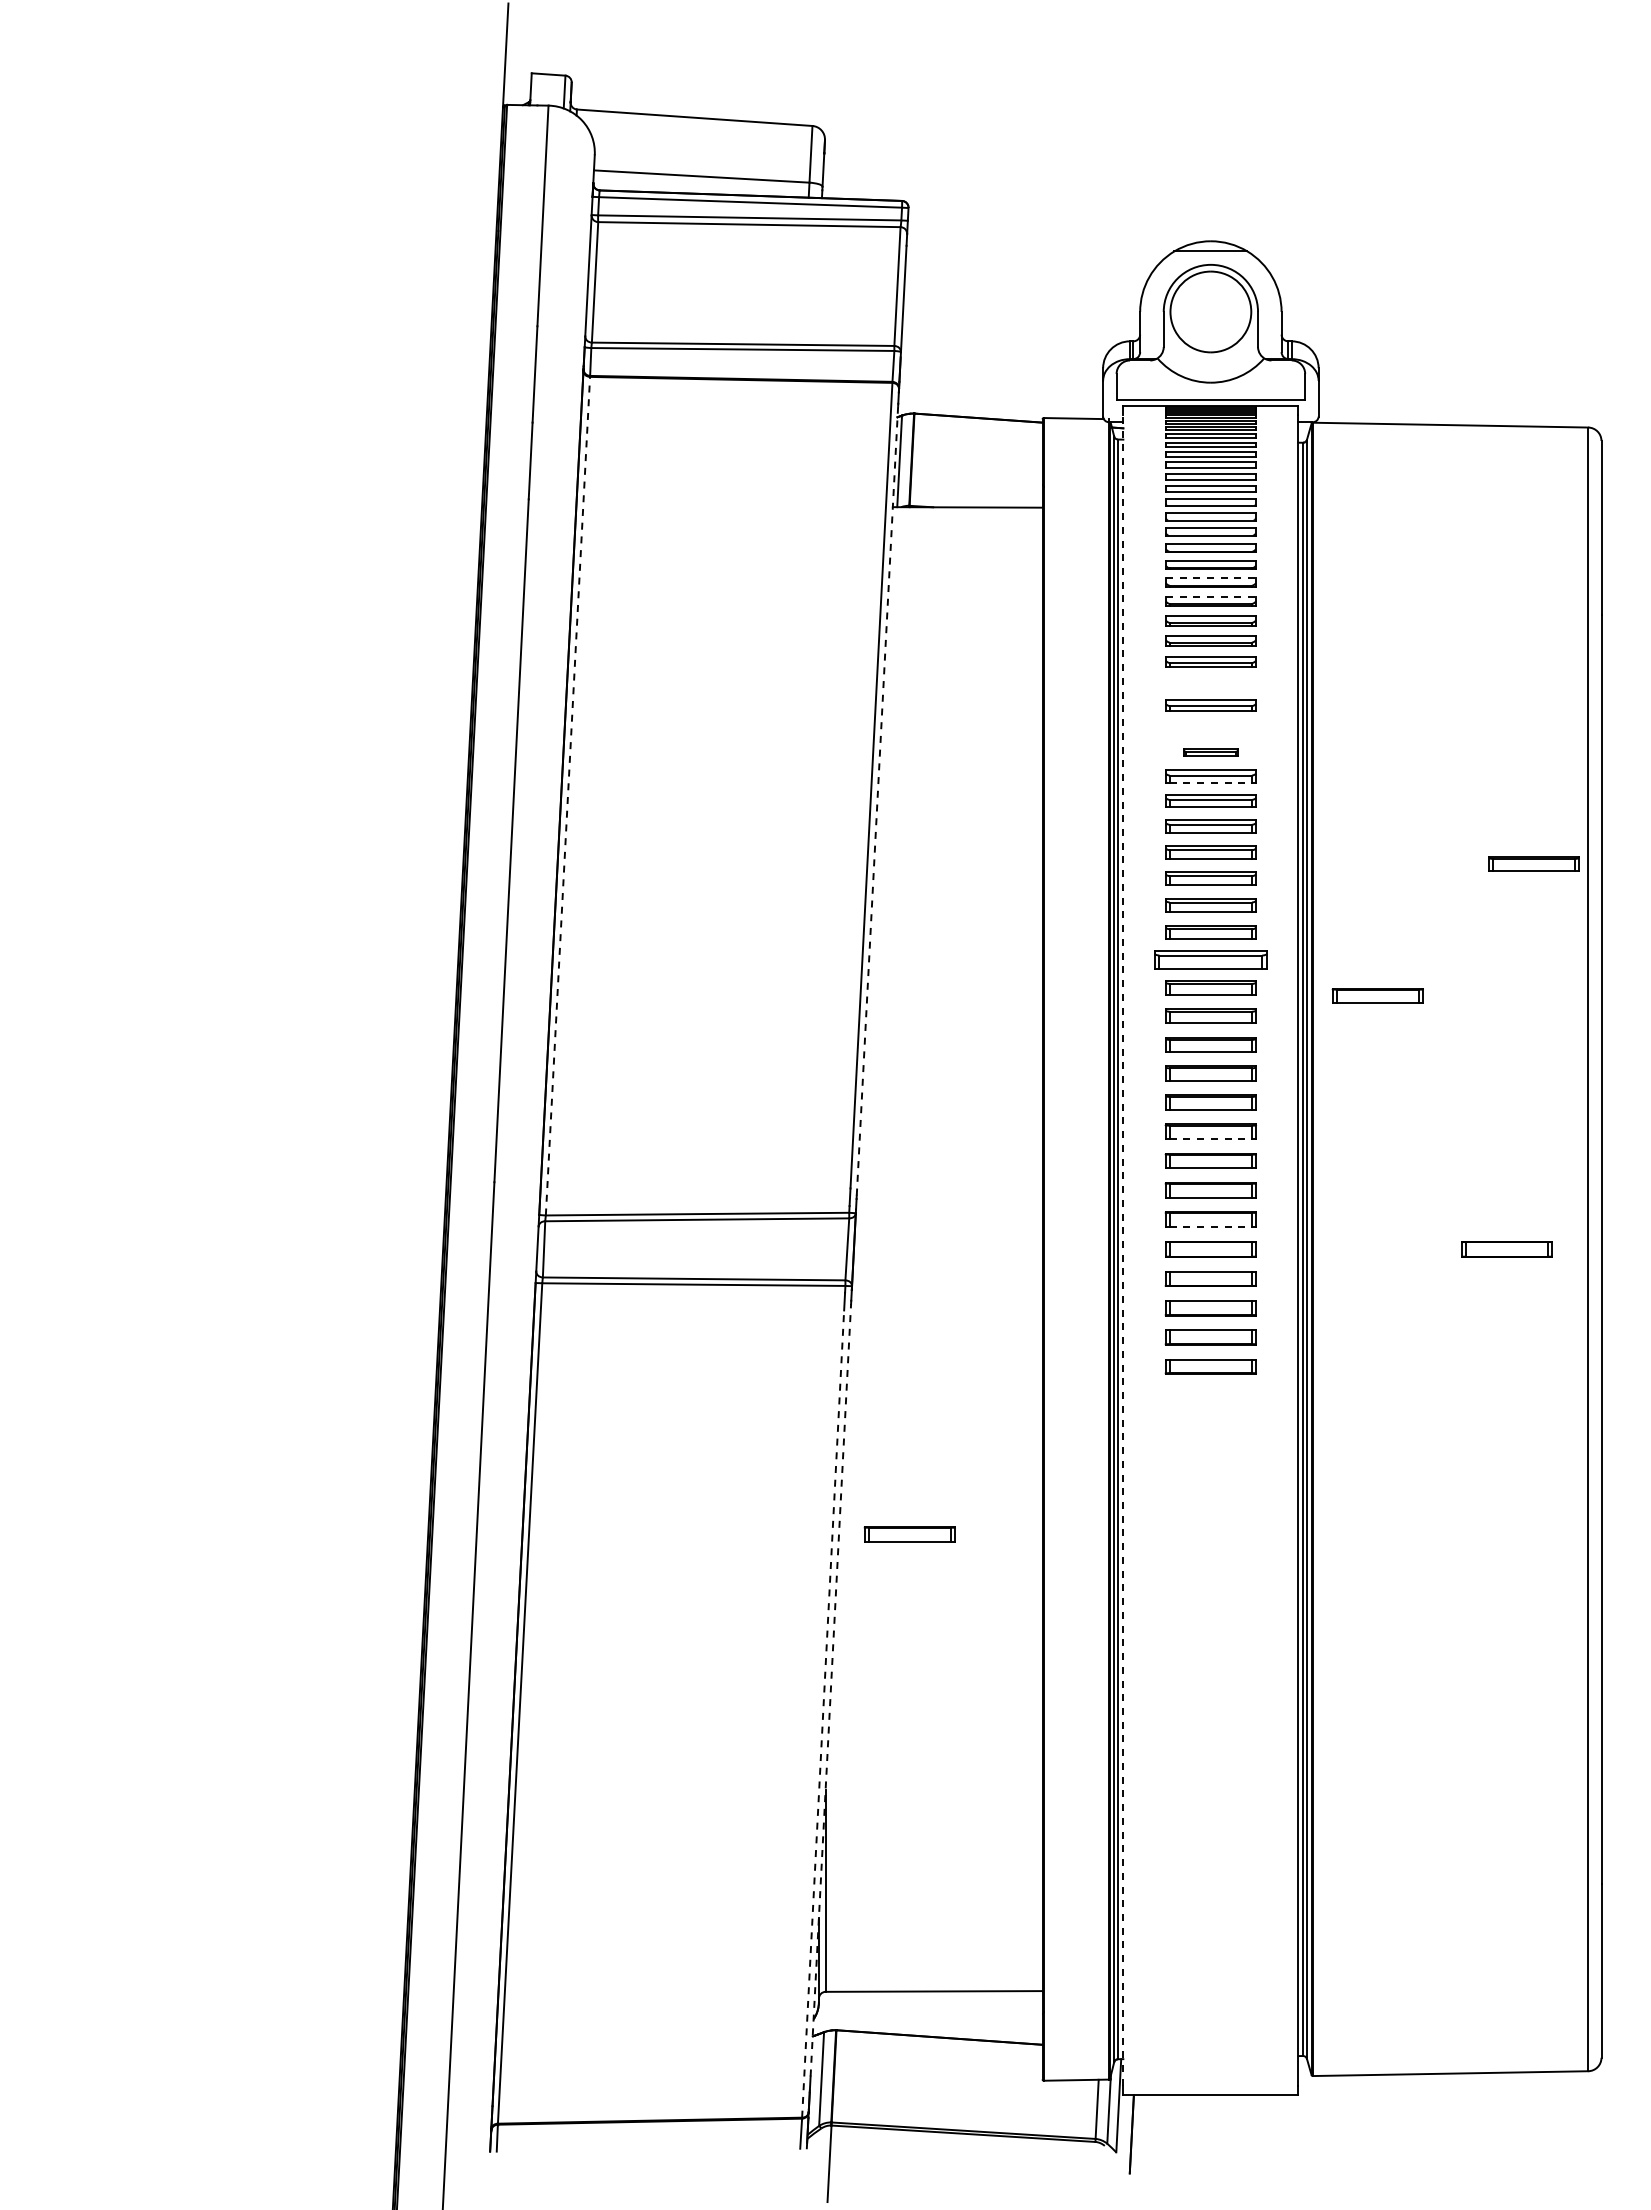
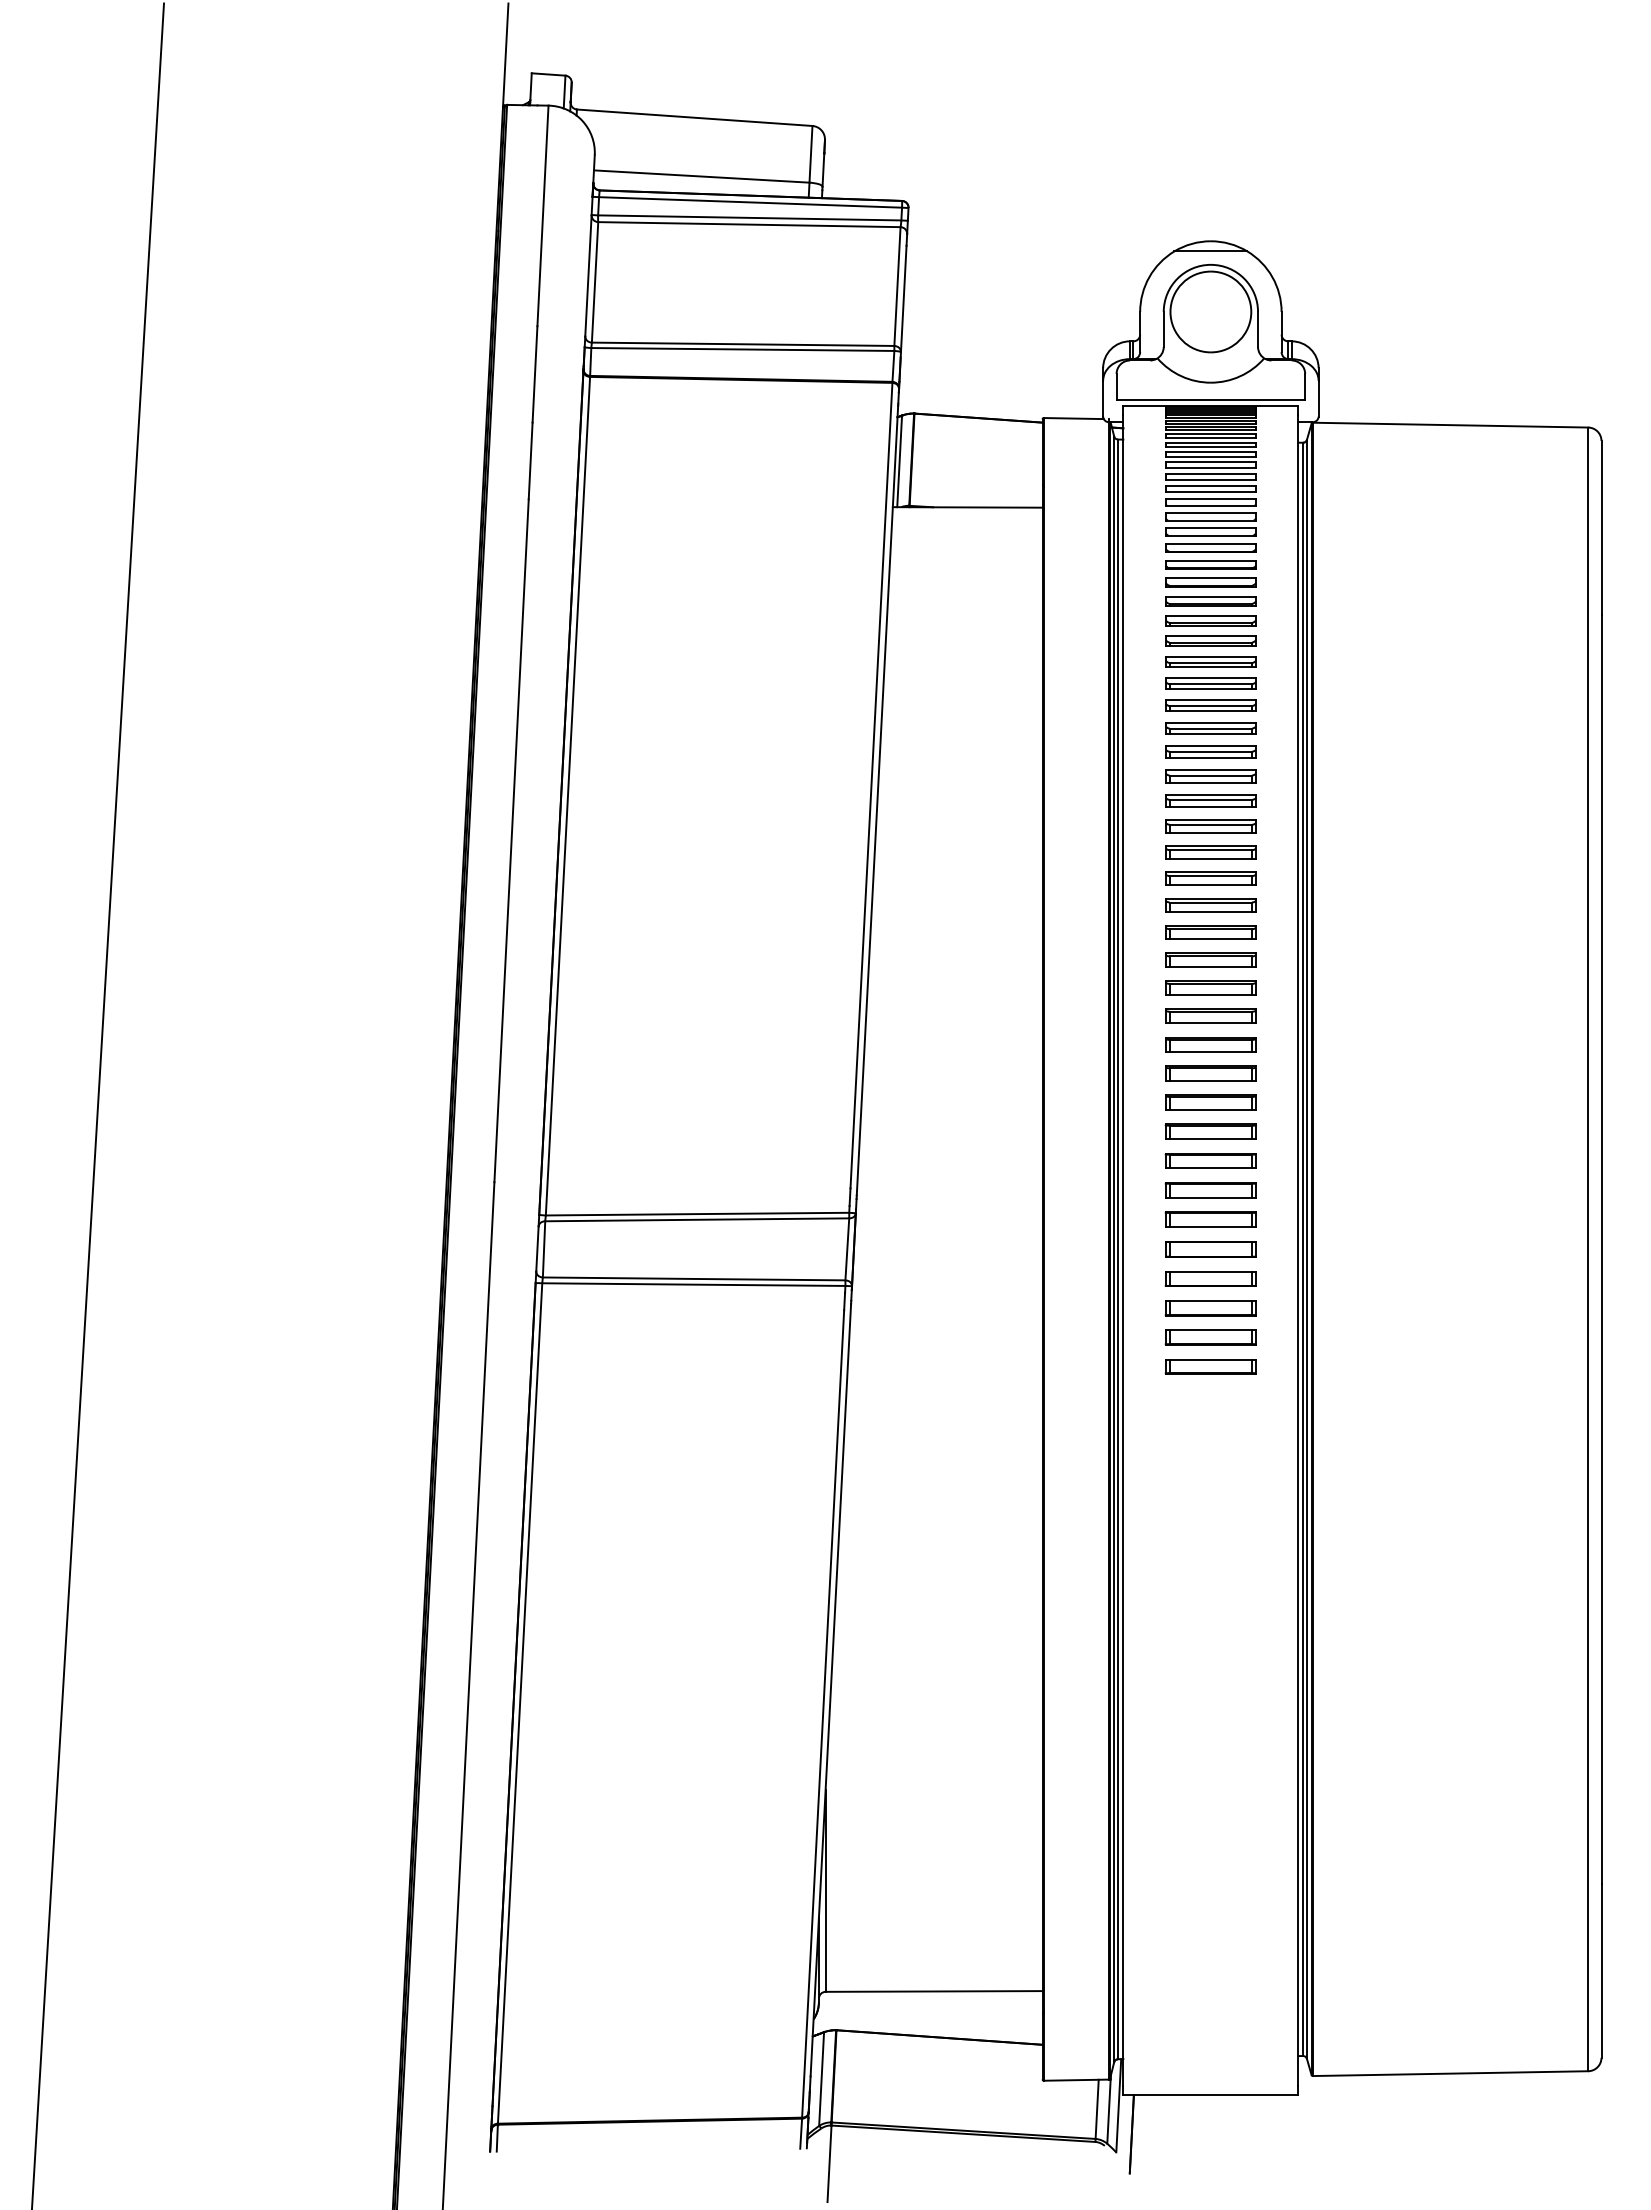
line at (1211, 578): dashed -> solid
line at (1211, 596): dashed -> solid
part at (1210, 683): none -> present
part at (1210, 728): none -> present
part at (1210, 752) size: 56x9 px -> 92x14 px
line at (1211, 782): dashed -> solid
line at (567, 796): dashed -> solid
line at (877, 800): dashed -> solid
part at (1533, 863): present -> none
part at (1210, 959) size: 114x20 px -> 92x16 px
part at (1377, 995): present -> none
line at (98, 1104): none -> present
line at (1211, 1138): dashed -> solid
line at (1211, 1227): dashed -> solid
line at (1123, 1249): dashed -> solid
part at (1506, 1249): present -> none
part at (909, 1534): present -> none
line at (830, 1690): dashed -> solid
line at (823, 1713): dashed -> solid
